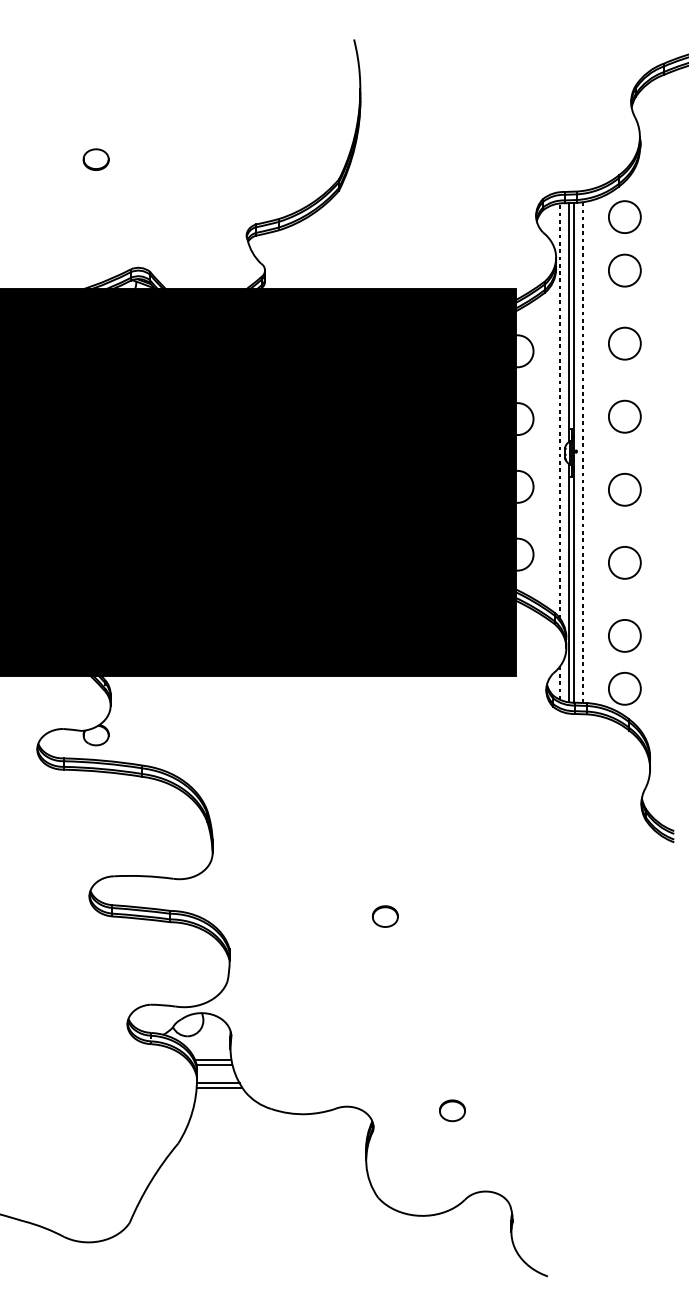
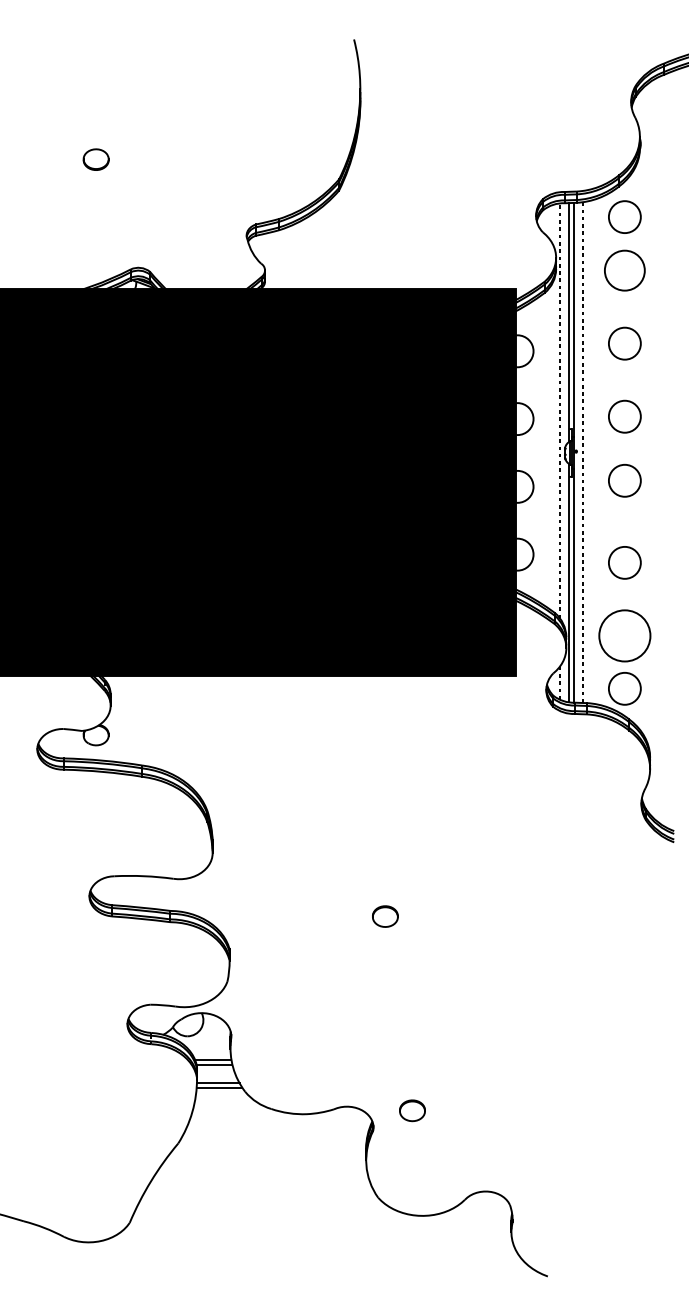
circle at (624, 270) size: 34x35 px -> 42x43 px
circle at (624, 489) position: (624, 489) -> (624, 480)
circle at (624, 635) diameter: 32 px -> 51 px
part at (452, 1110) position: (452, 1110) -> (412, 1110)
